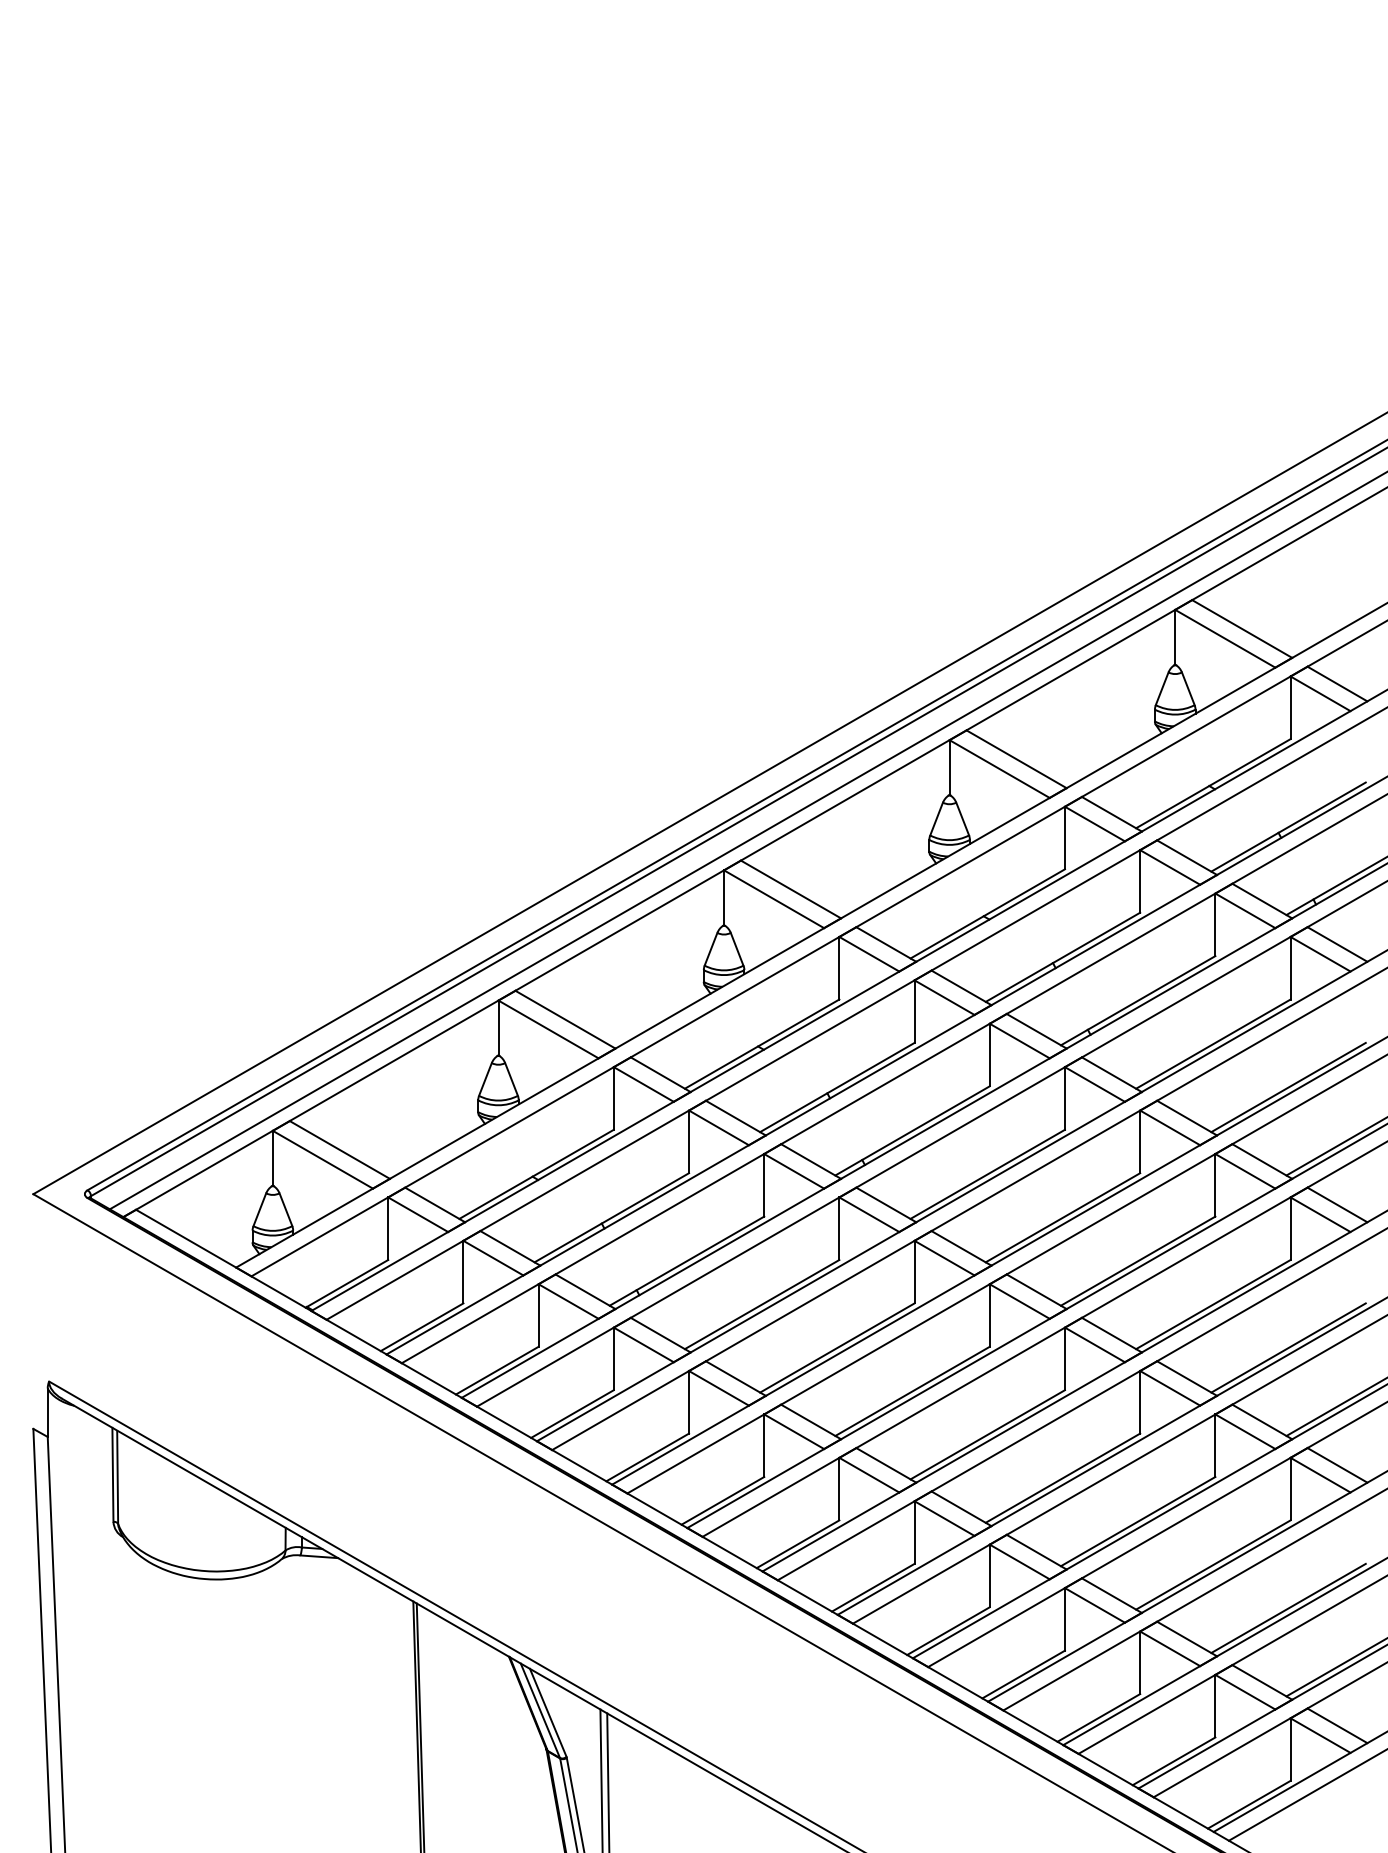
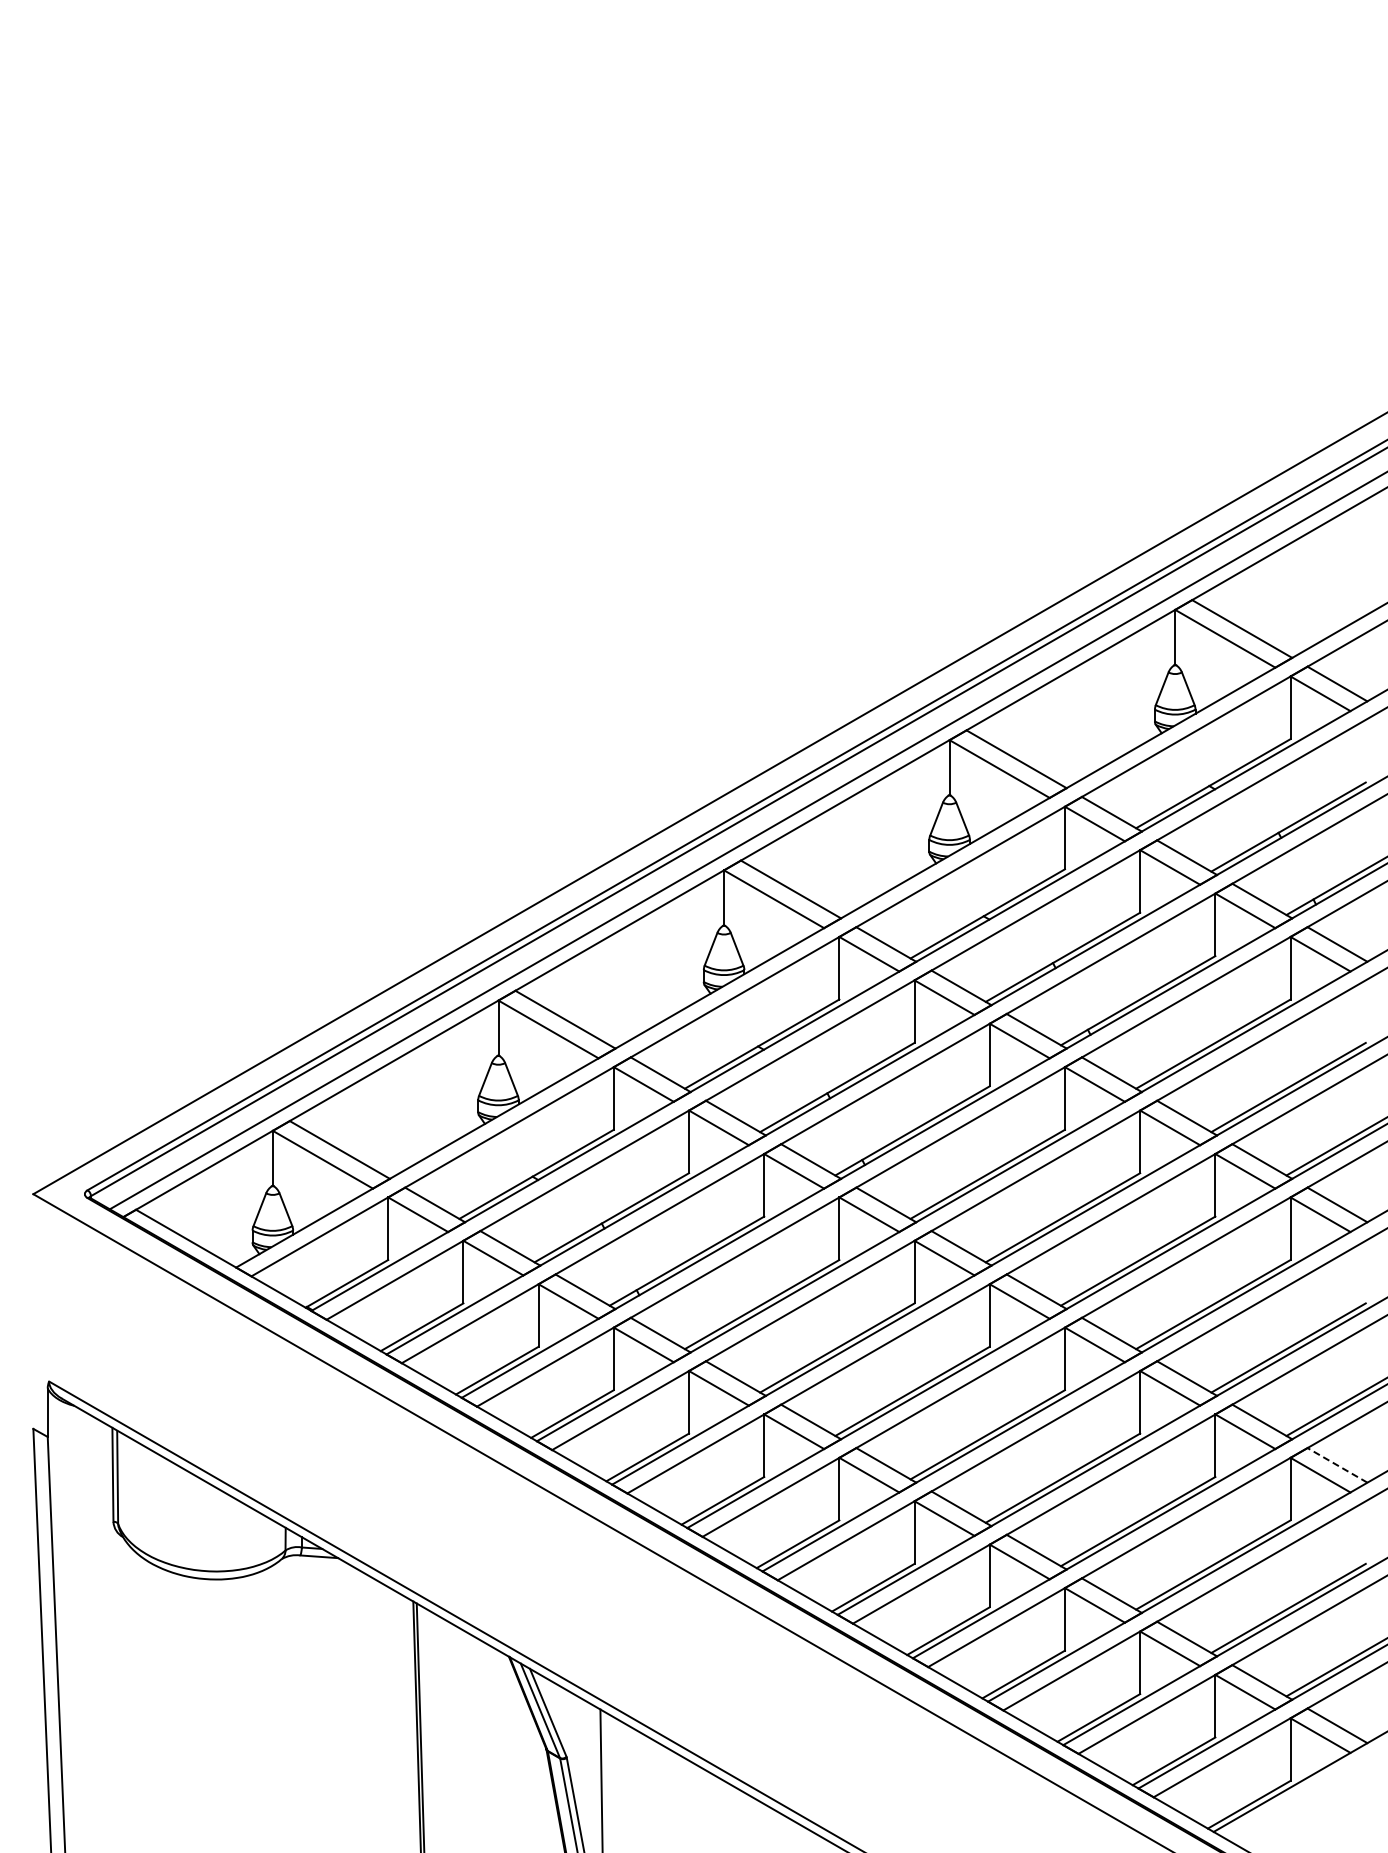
line at (1337, 1465): solid -> dashed
line at (608, 1781): present -> none
line at (1306, 1795): present -> none
